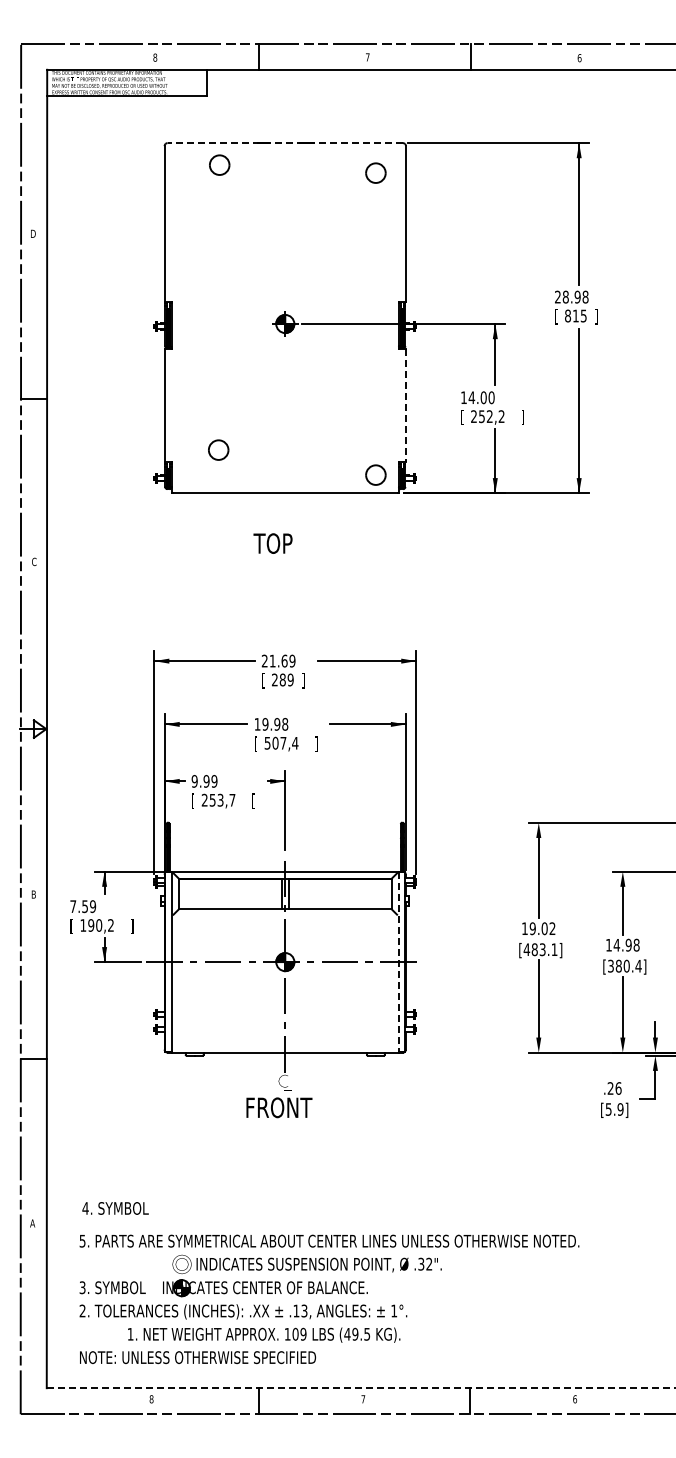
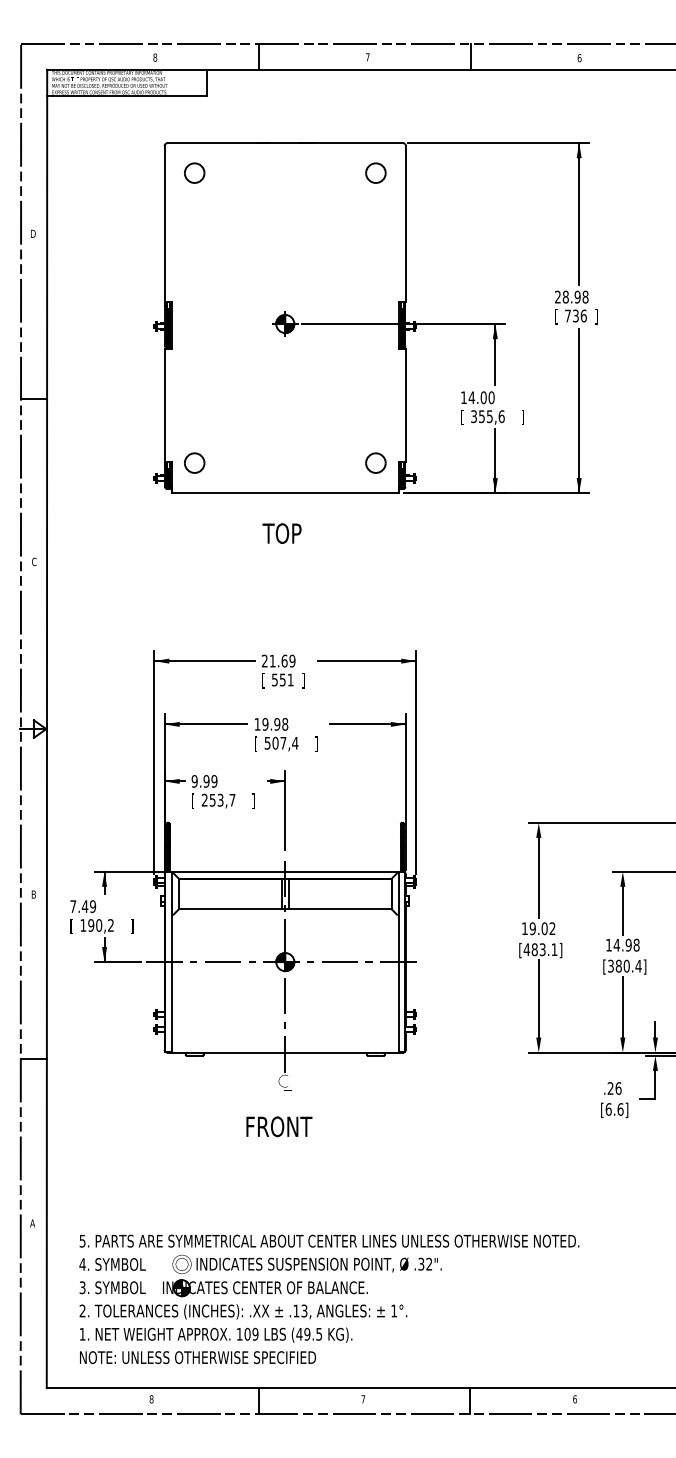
line at (285, 143): dashed -> solid
part at (219, 164) position: (219, 164) -> (194, 172)
text at (575, 315): 815 -> 736
line at (405, 405): dashed -> solid
text at (487, 416): 252,2 -> 355,6
part at (218, 449) position: (218, 449) -> (194, 462)
part at (375, 474) position: (375, 474) -> (375, 462)
text at (272, 543) position: (272, 543) -> (281, 533)
text at (282, 679): 289 -> 551
text at (253, 801): [ -> ]
text at (84, 906): 7.59 -> 7.49
line at (398, 962): dashed -> solid
text at (279, 1107) position: (279, 1107) -> (279, 1126)
text at (614, 1109): [5.9] -> [6.6]
text at (115, 1208) position: (115, 1208) -> (112, 1264)
text at (264, 1334) position: (264, 1334) -> (216, 1334)
line at (361, 1388): dashed -> solid
